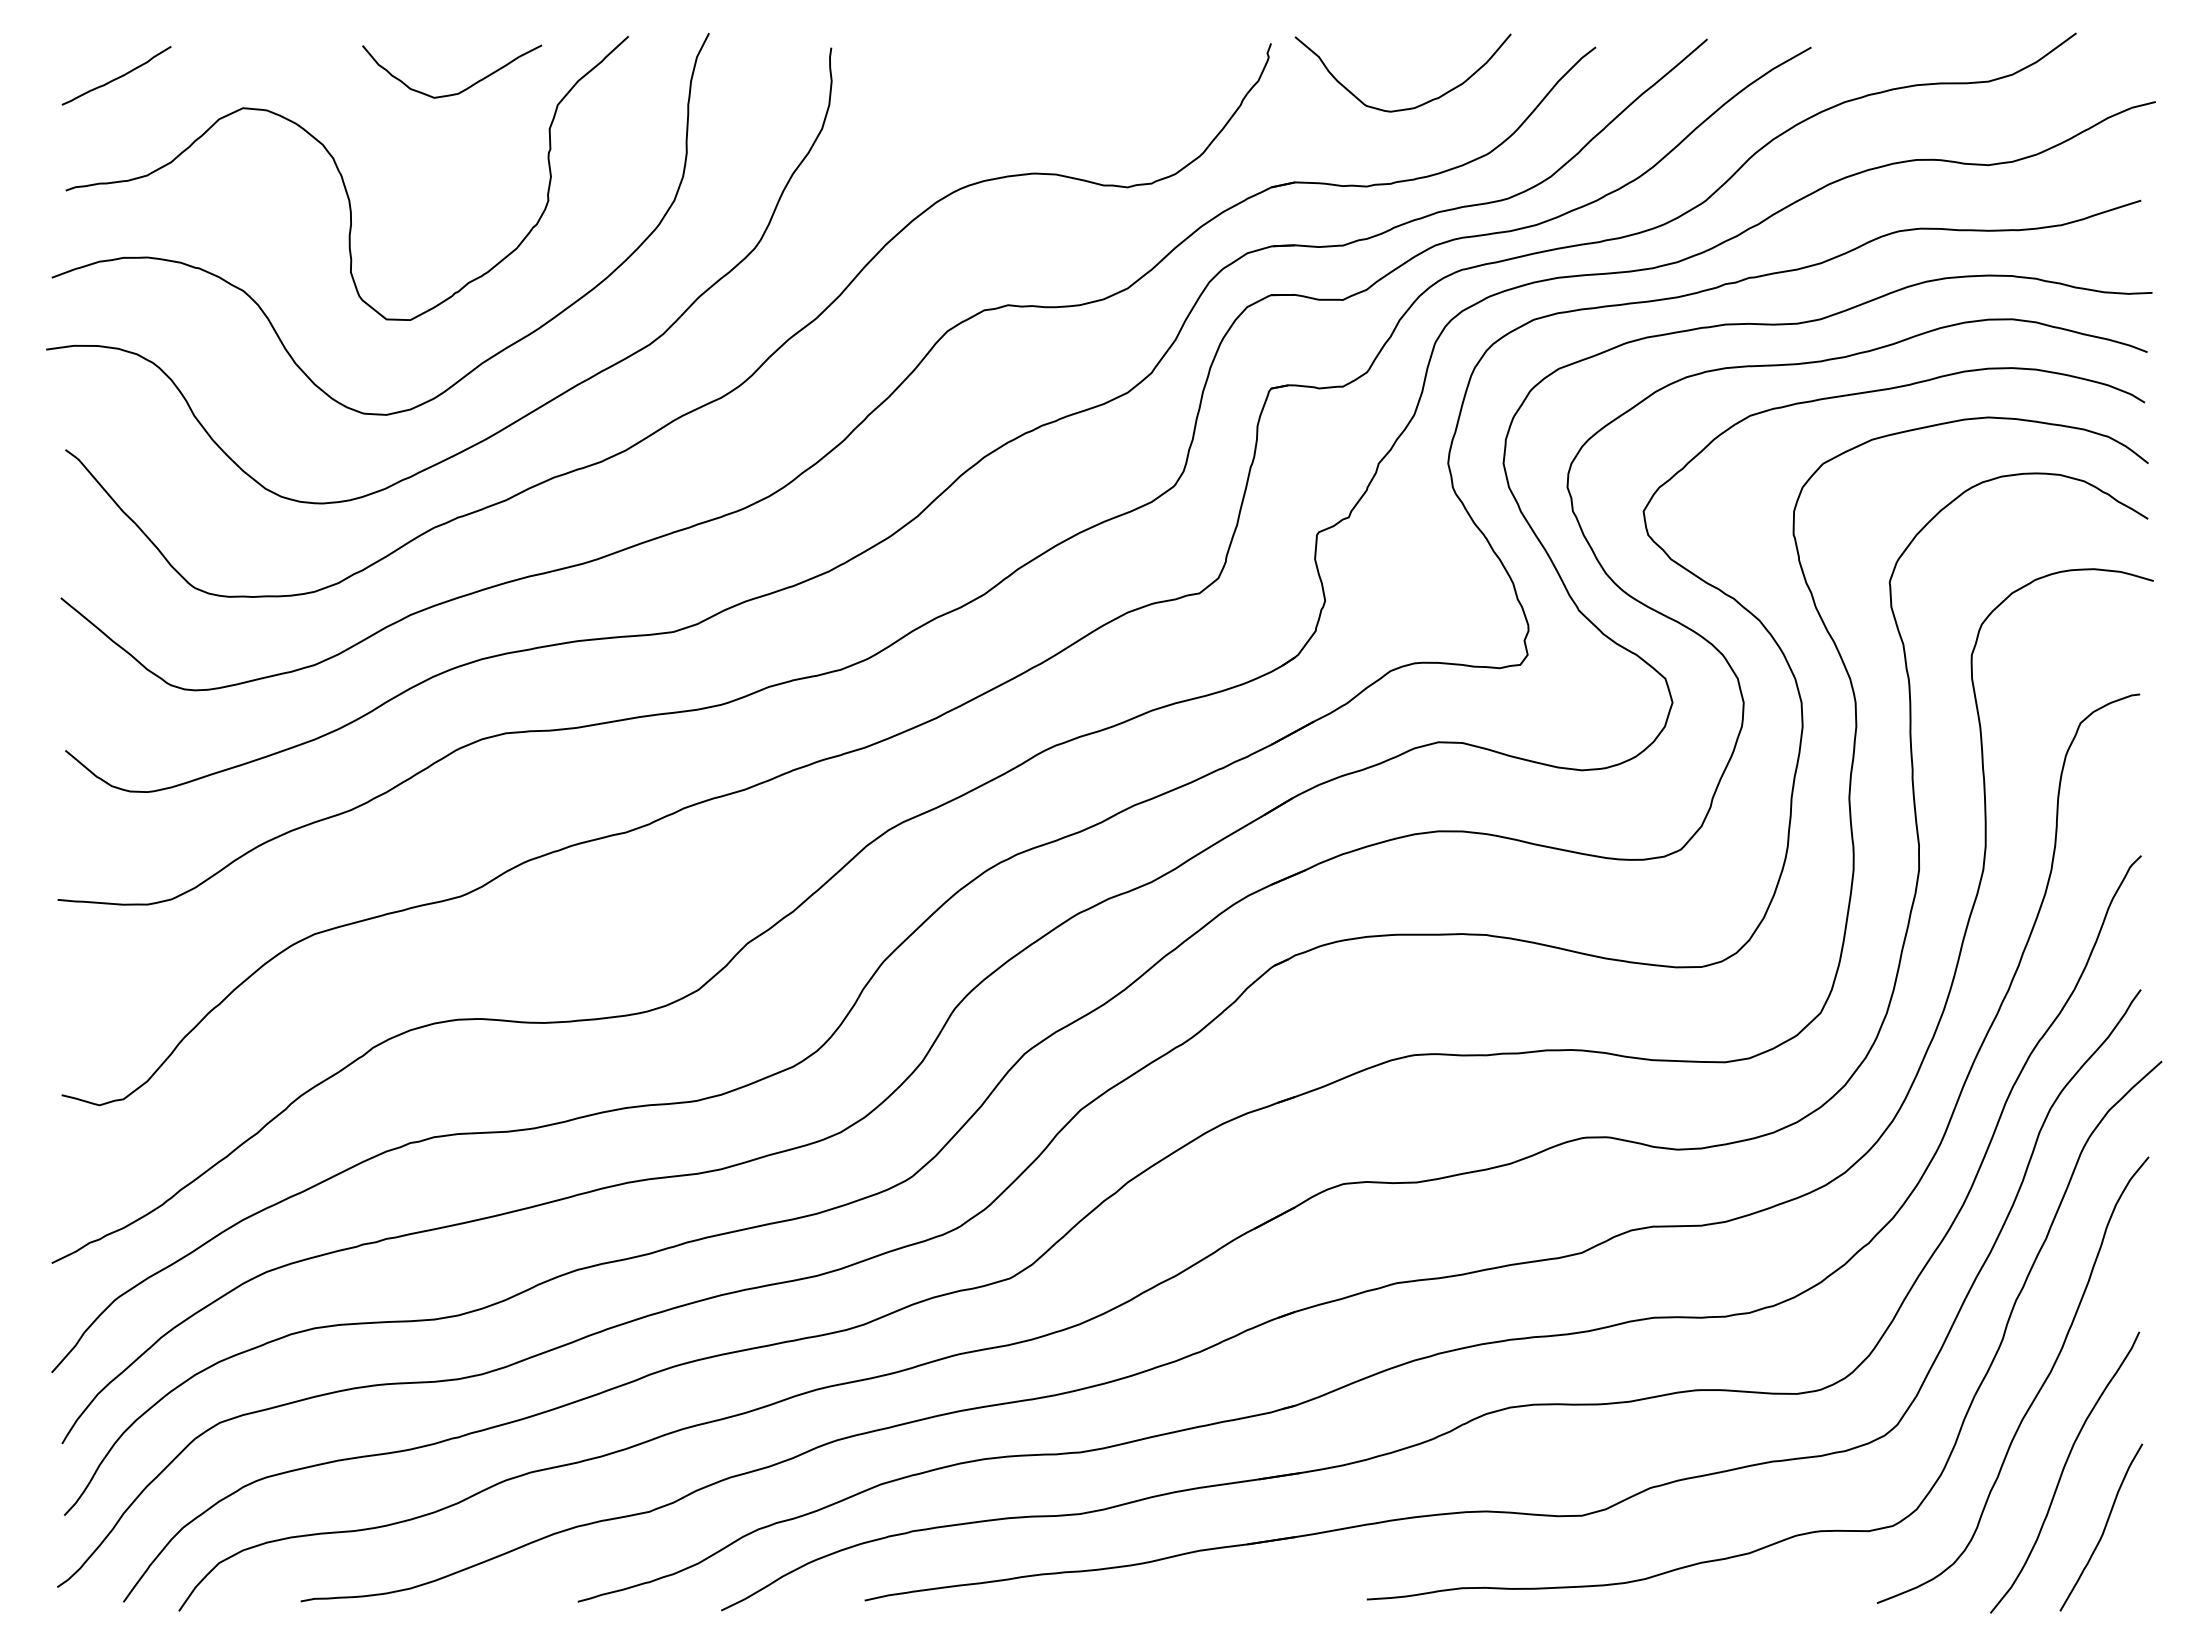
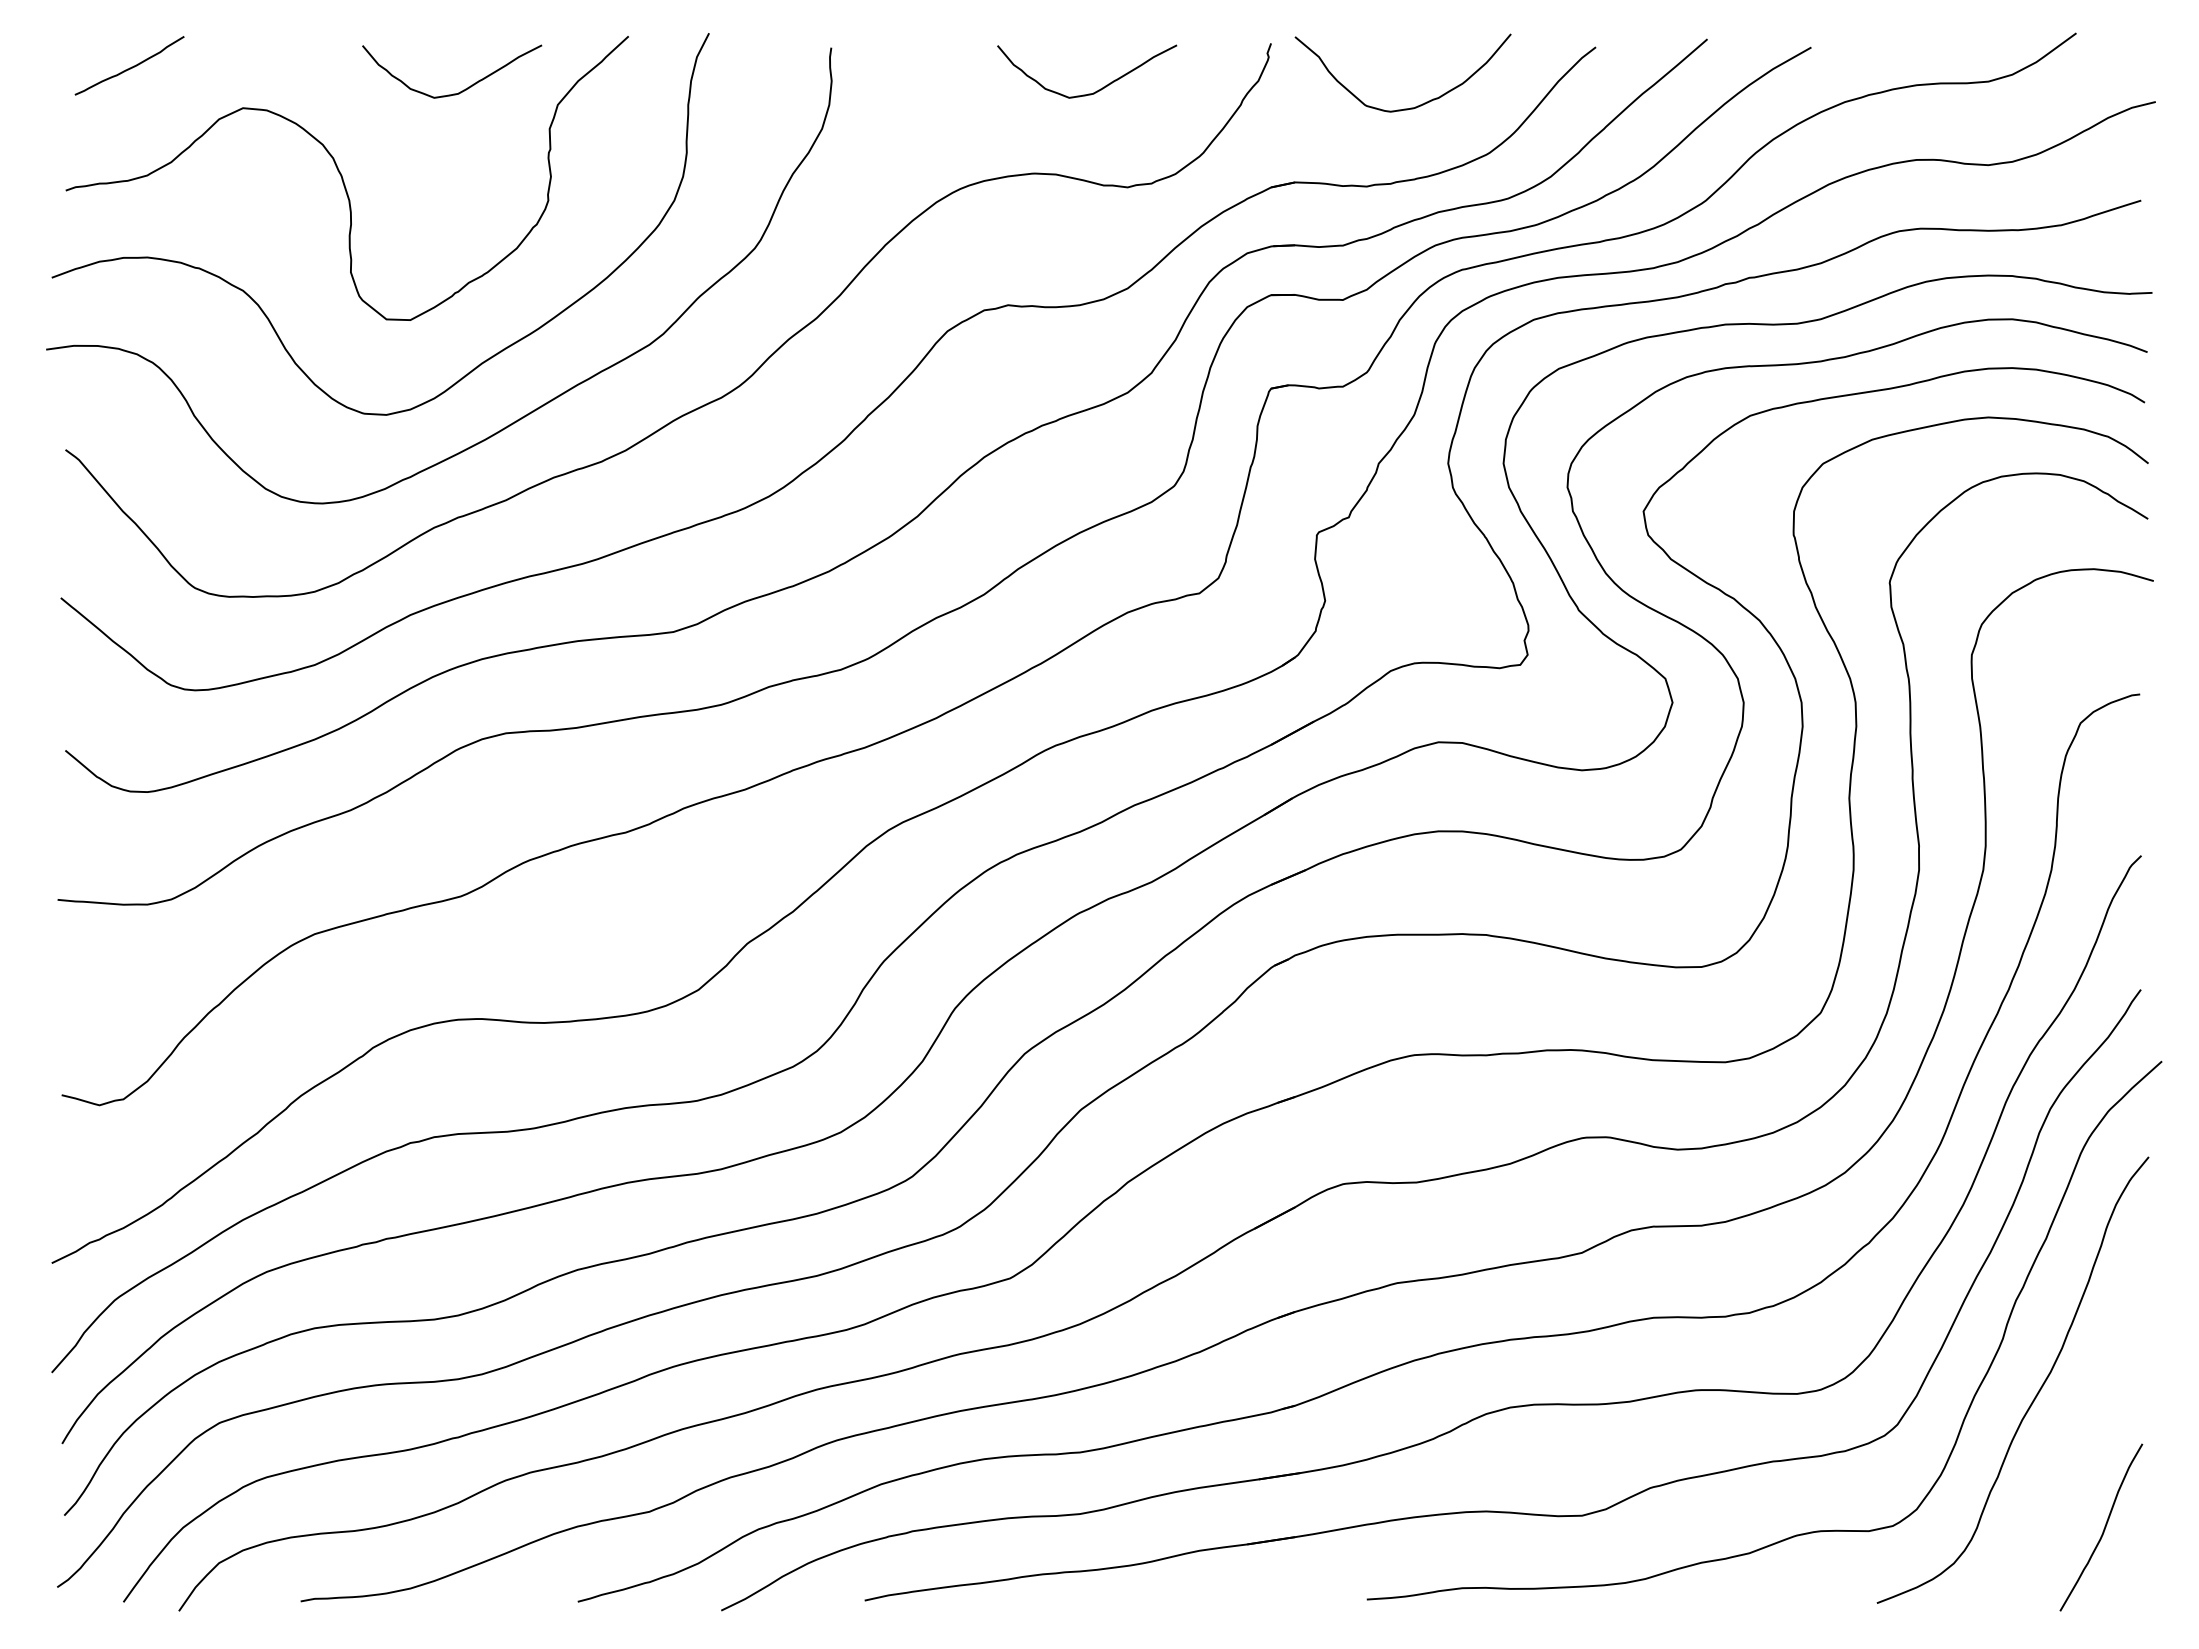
curve at (116, 77) position: (116, 77) -> (129, 67)
curve at (1098, 89): none -> present
curve at (2063, 1472): present -> none
